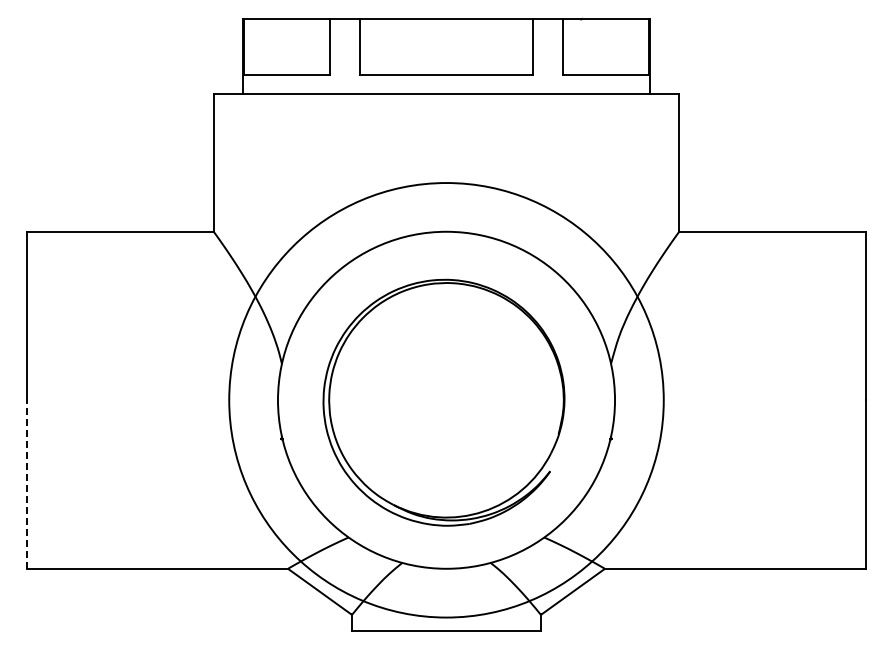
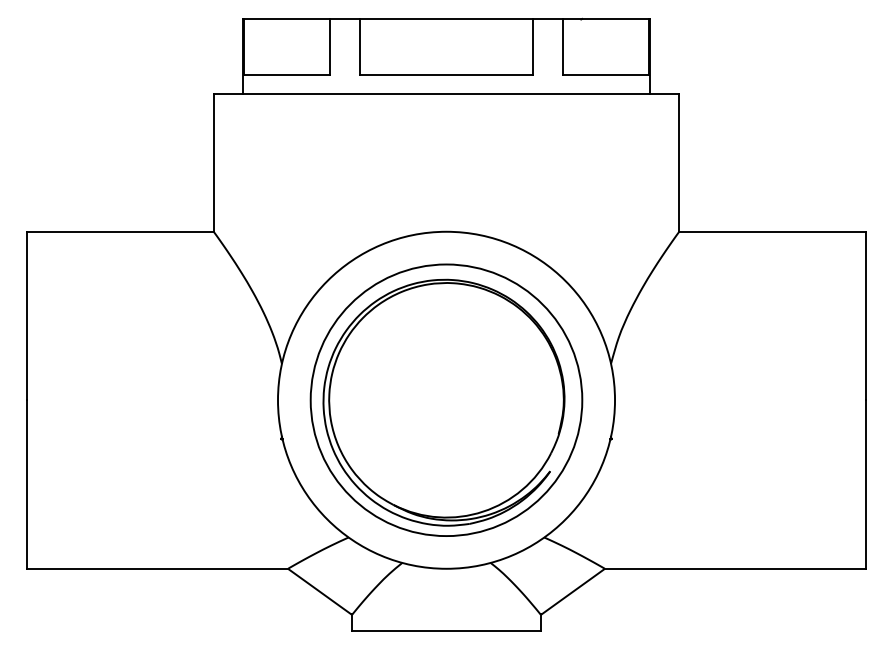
circle at (446, 400) diameter: 435 px -> 272 px
line at (26, 484): dashed -> solid
